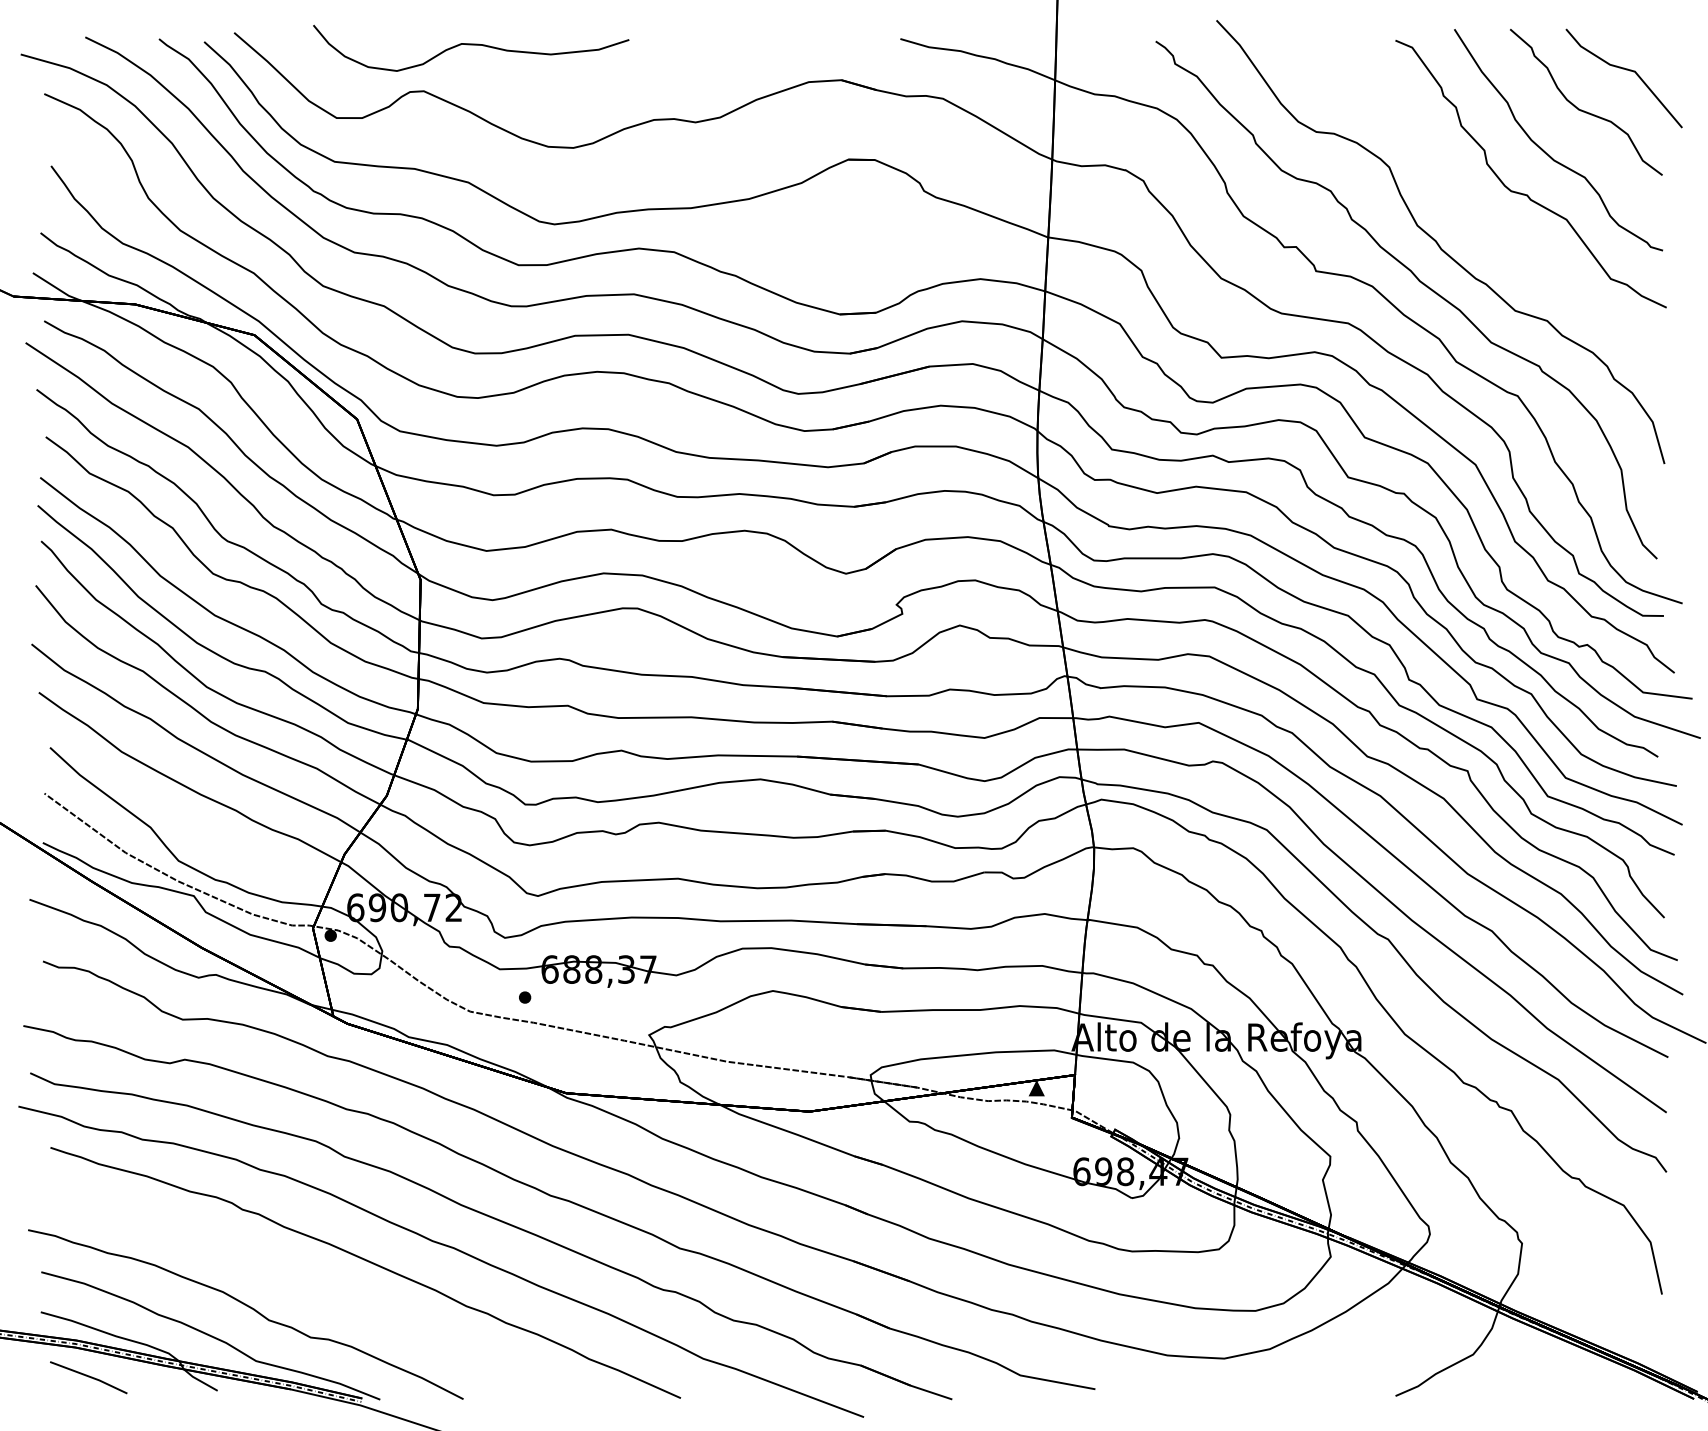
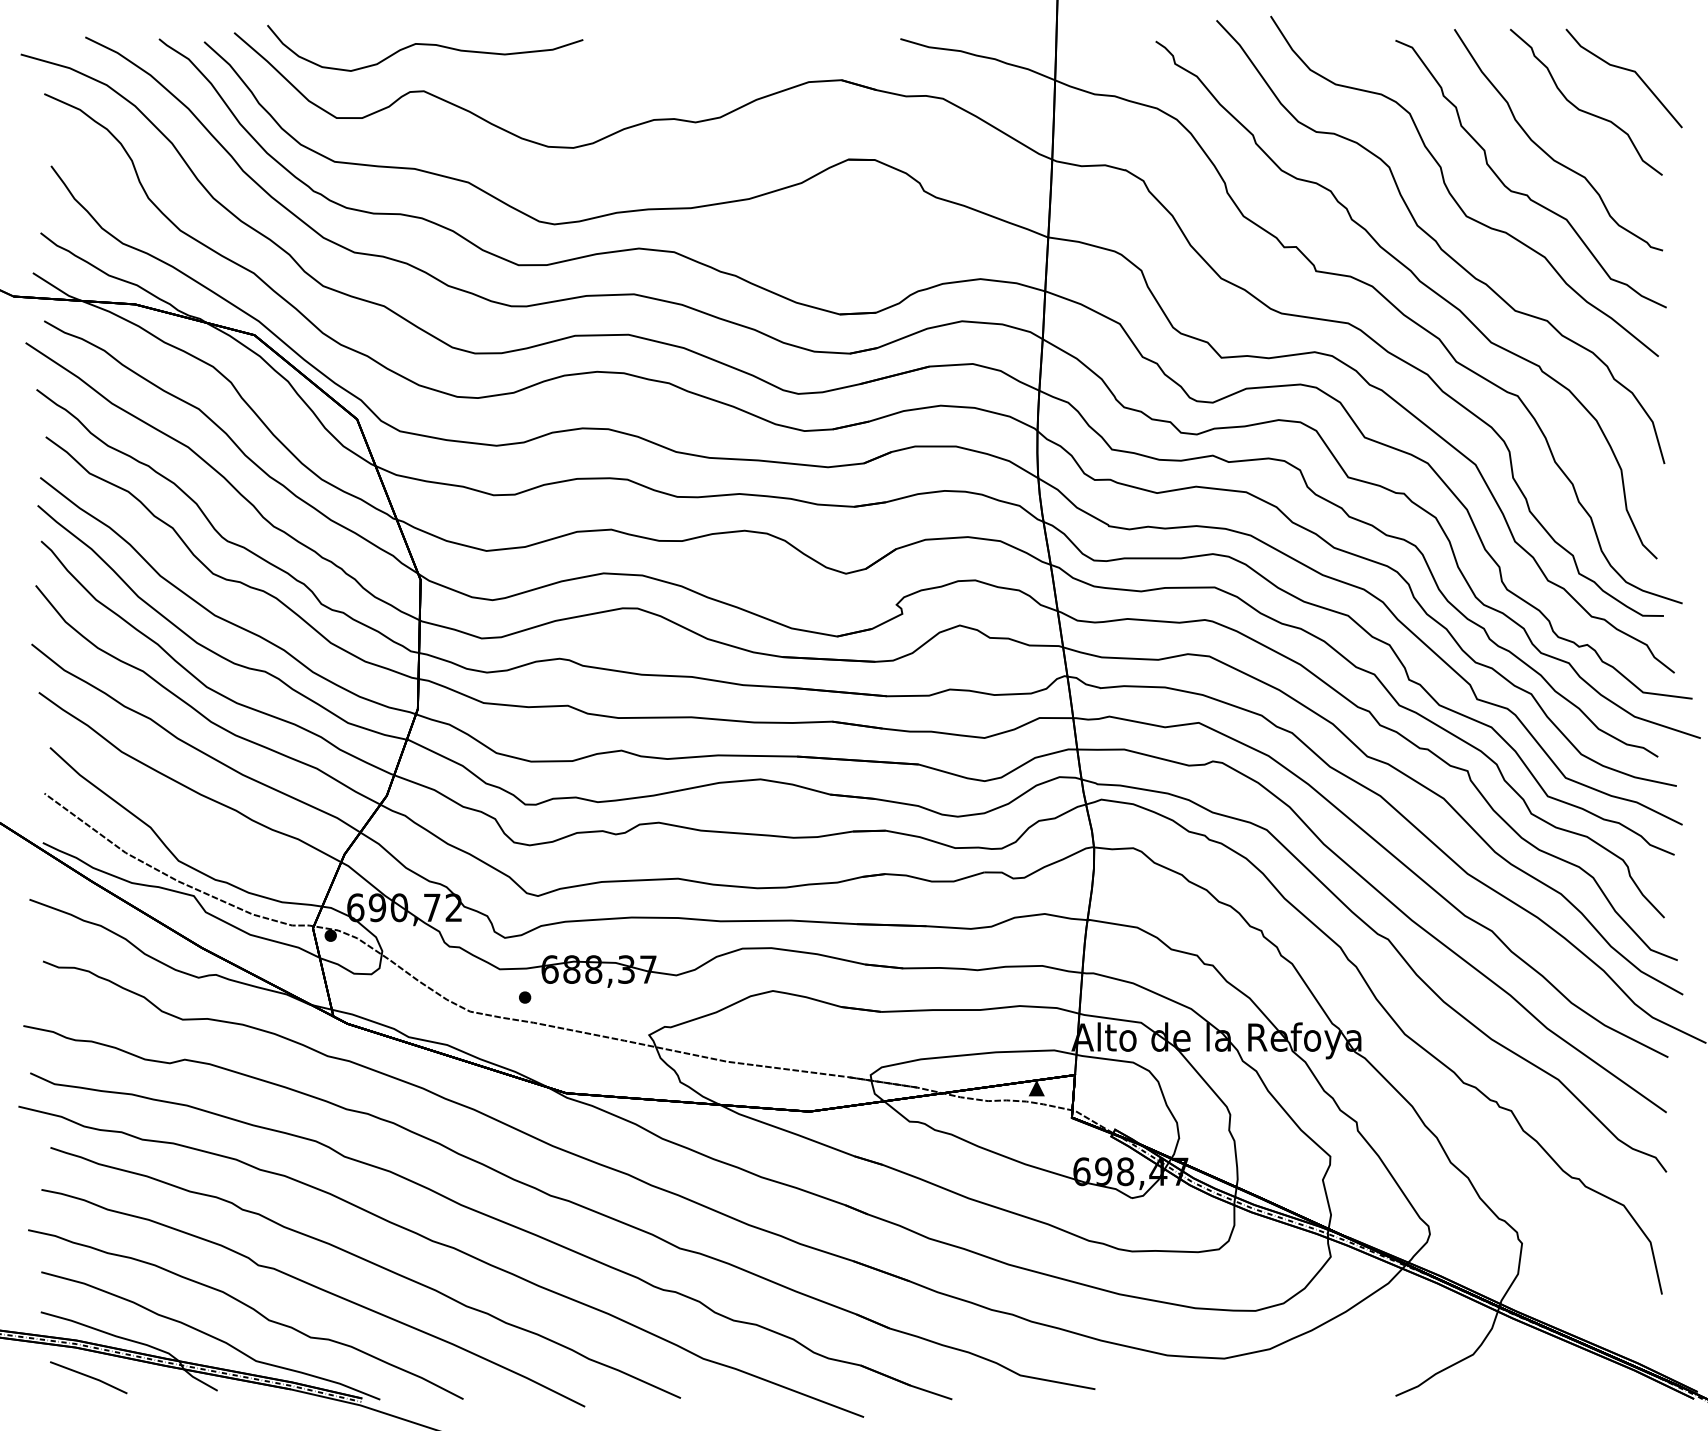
curve at (471, 45) position: (471, 45) -> (425, 45)
curve at (1453, 196): none -> present
curve at (316, 1288): none -> present
